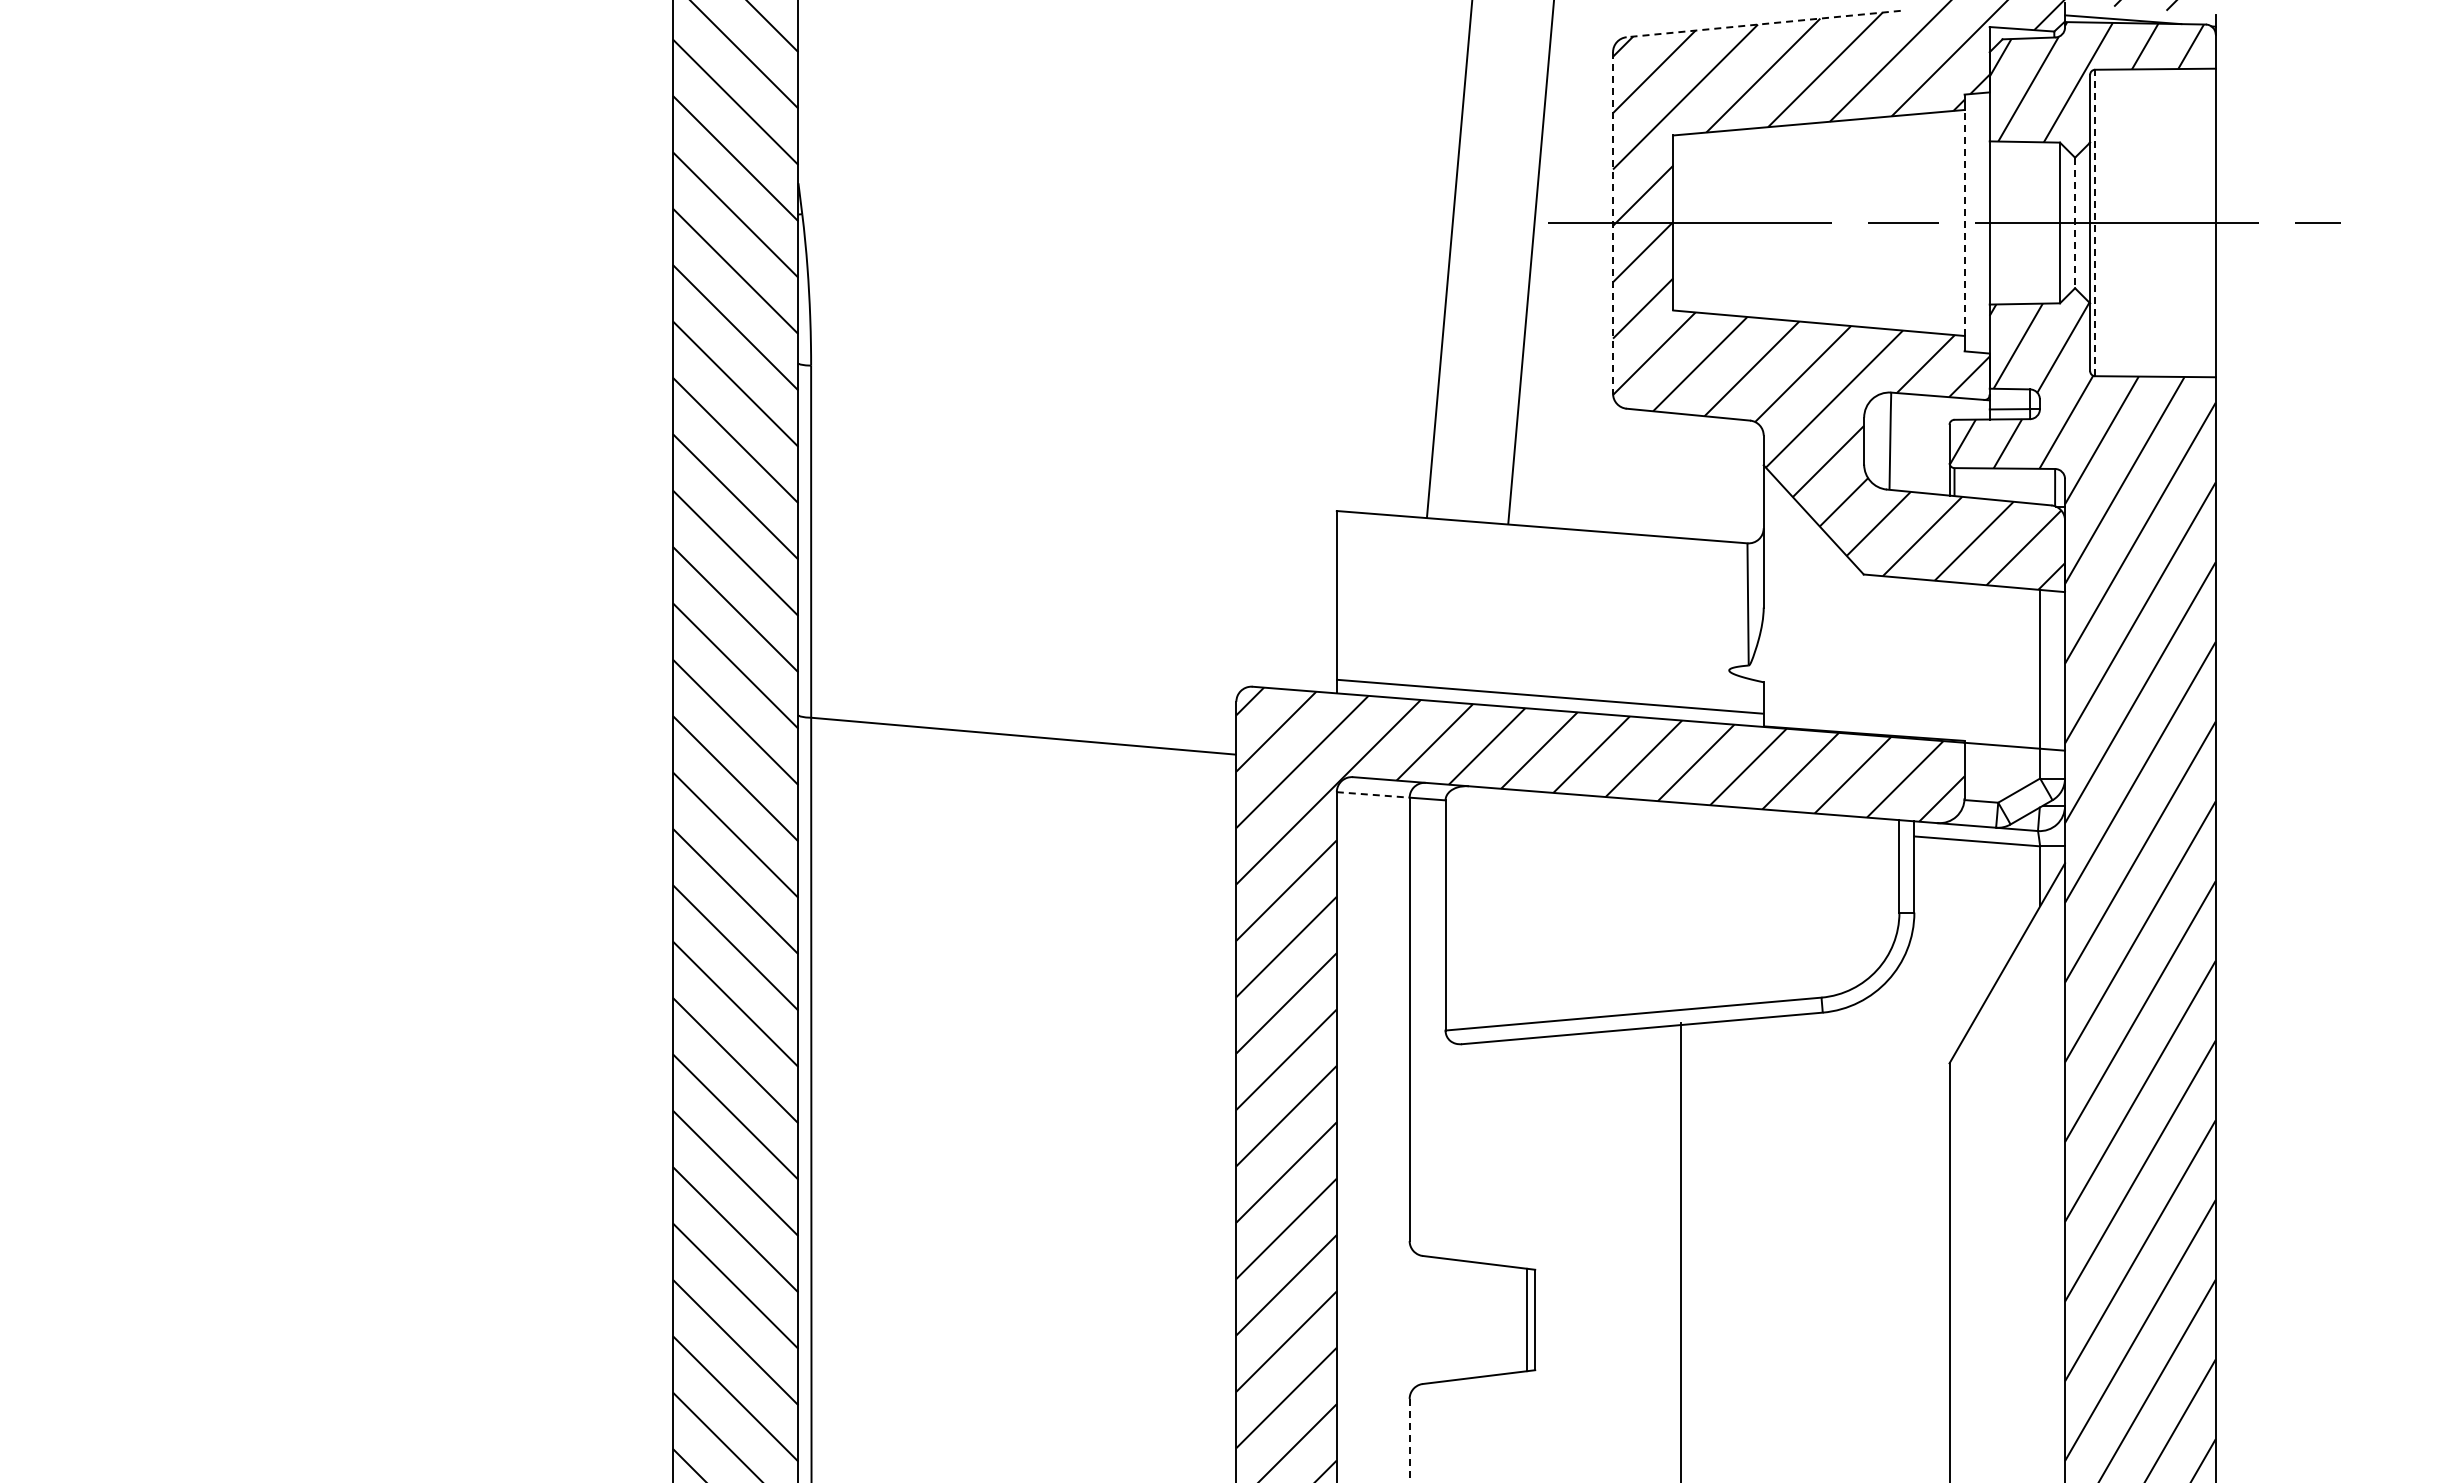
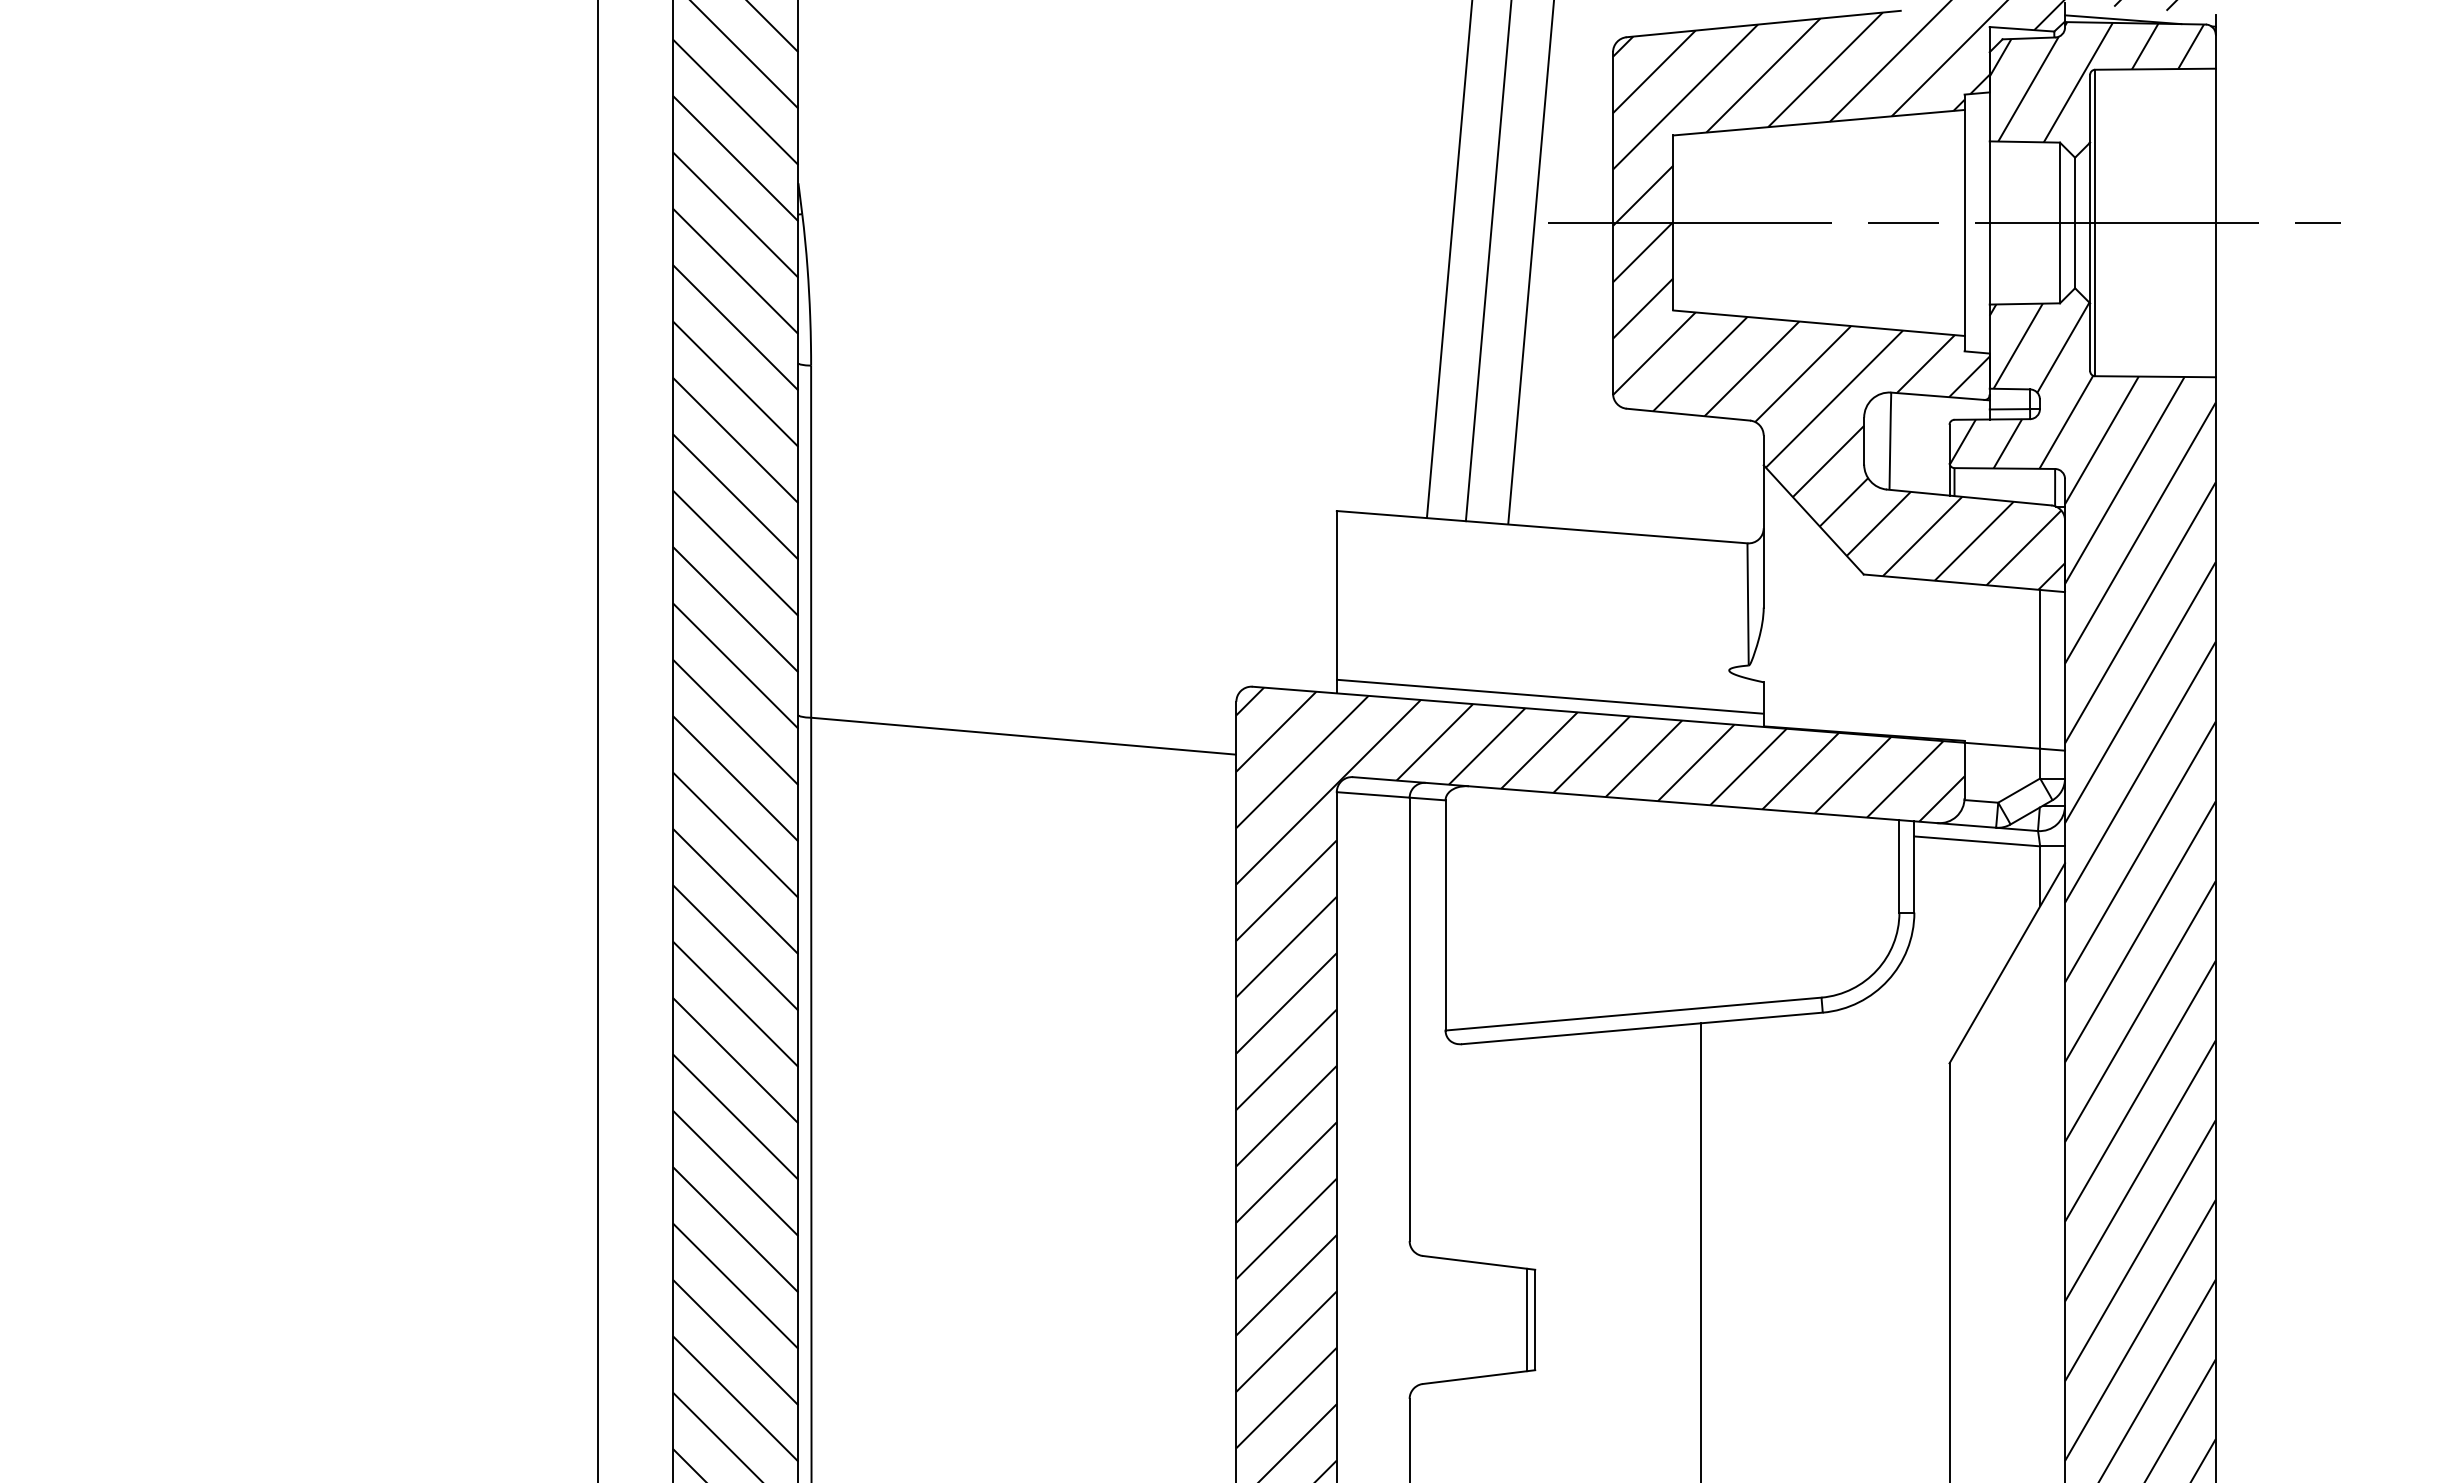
line at (1763, 24): dashed -> solid
line at (1613, 222): dashed -> solid
line at (1964, 222): dashed -> solid
line at (2095, 222): dashed -> solid
line at (2075, 223): dashed -> solid
line at (1488, 261): none -> present
line at (598, 740): none -> present
line at (1373, 794): dashed -> solid
line at (1680, 1251) position: (1680, 1251) -> (1700, 1251)
line at (1409, 1440): dashed -> solid
